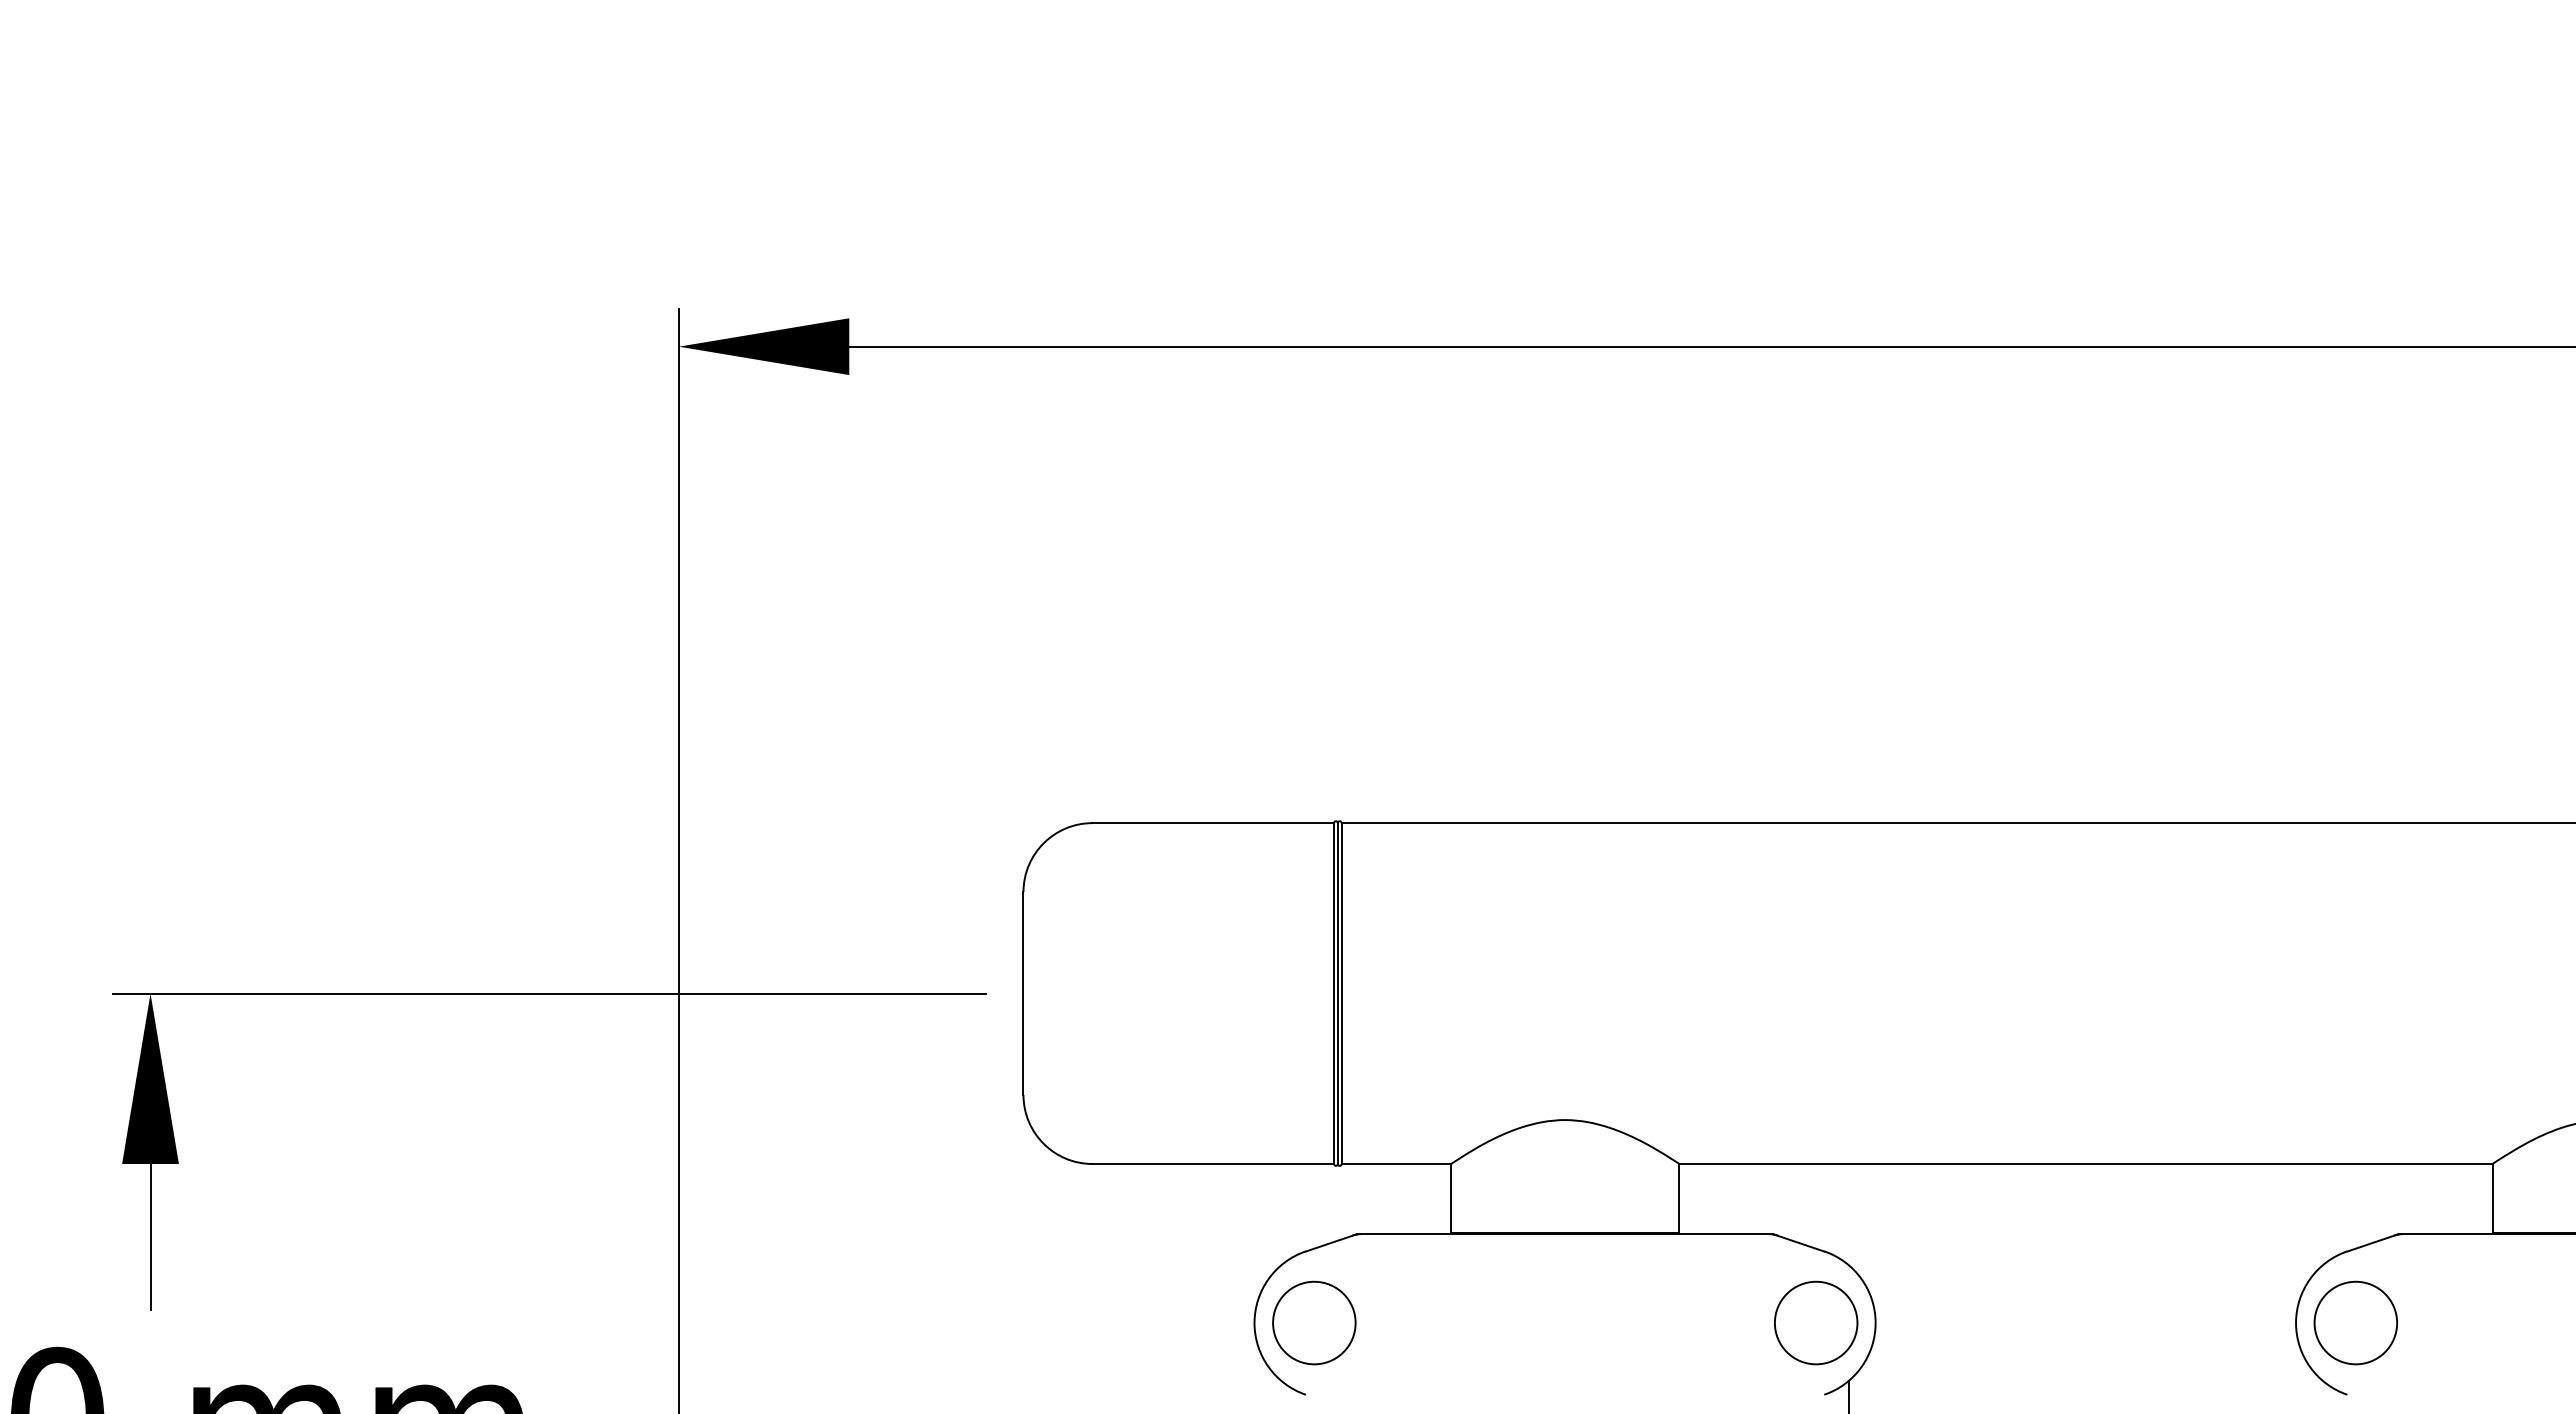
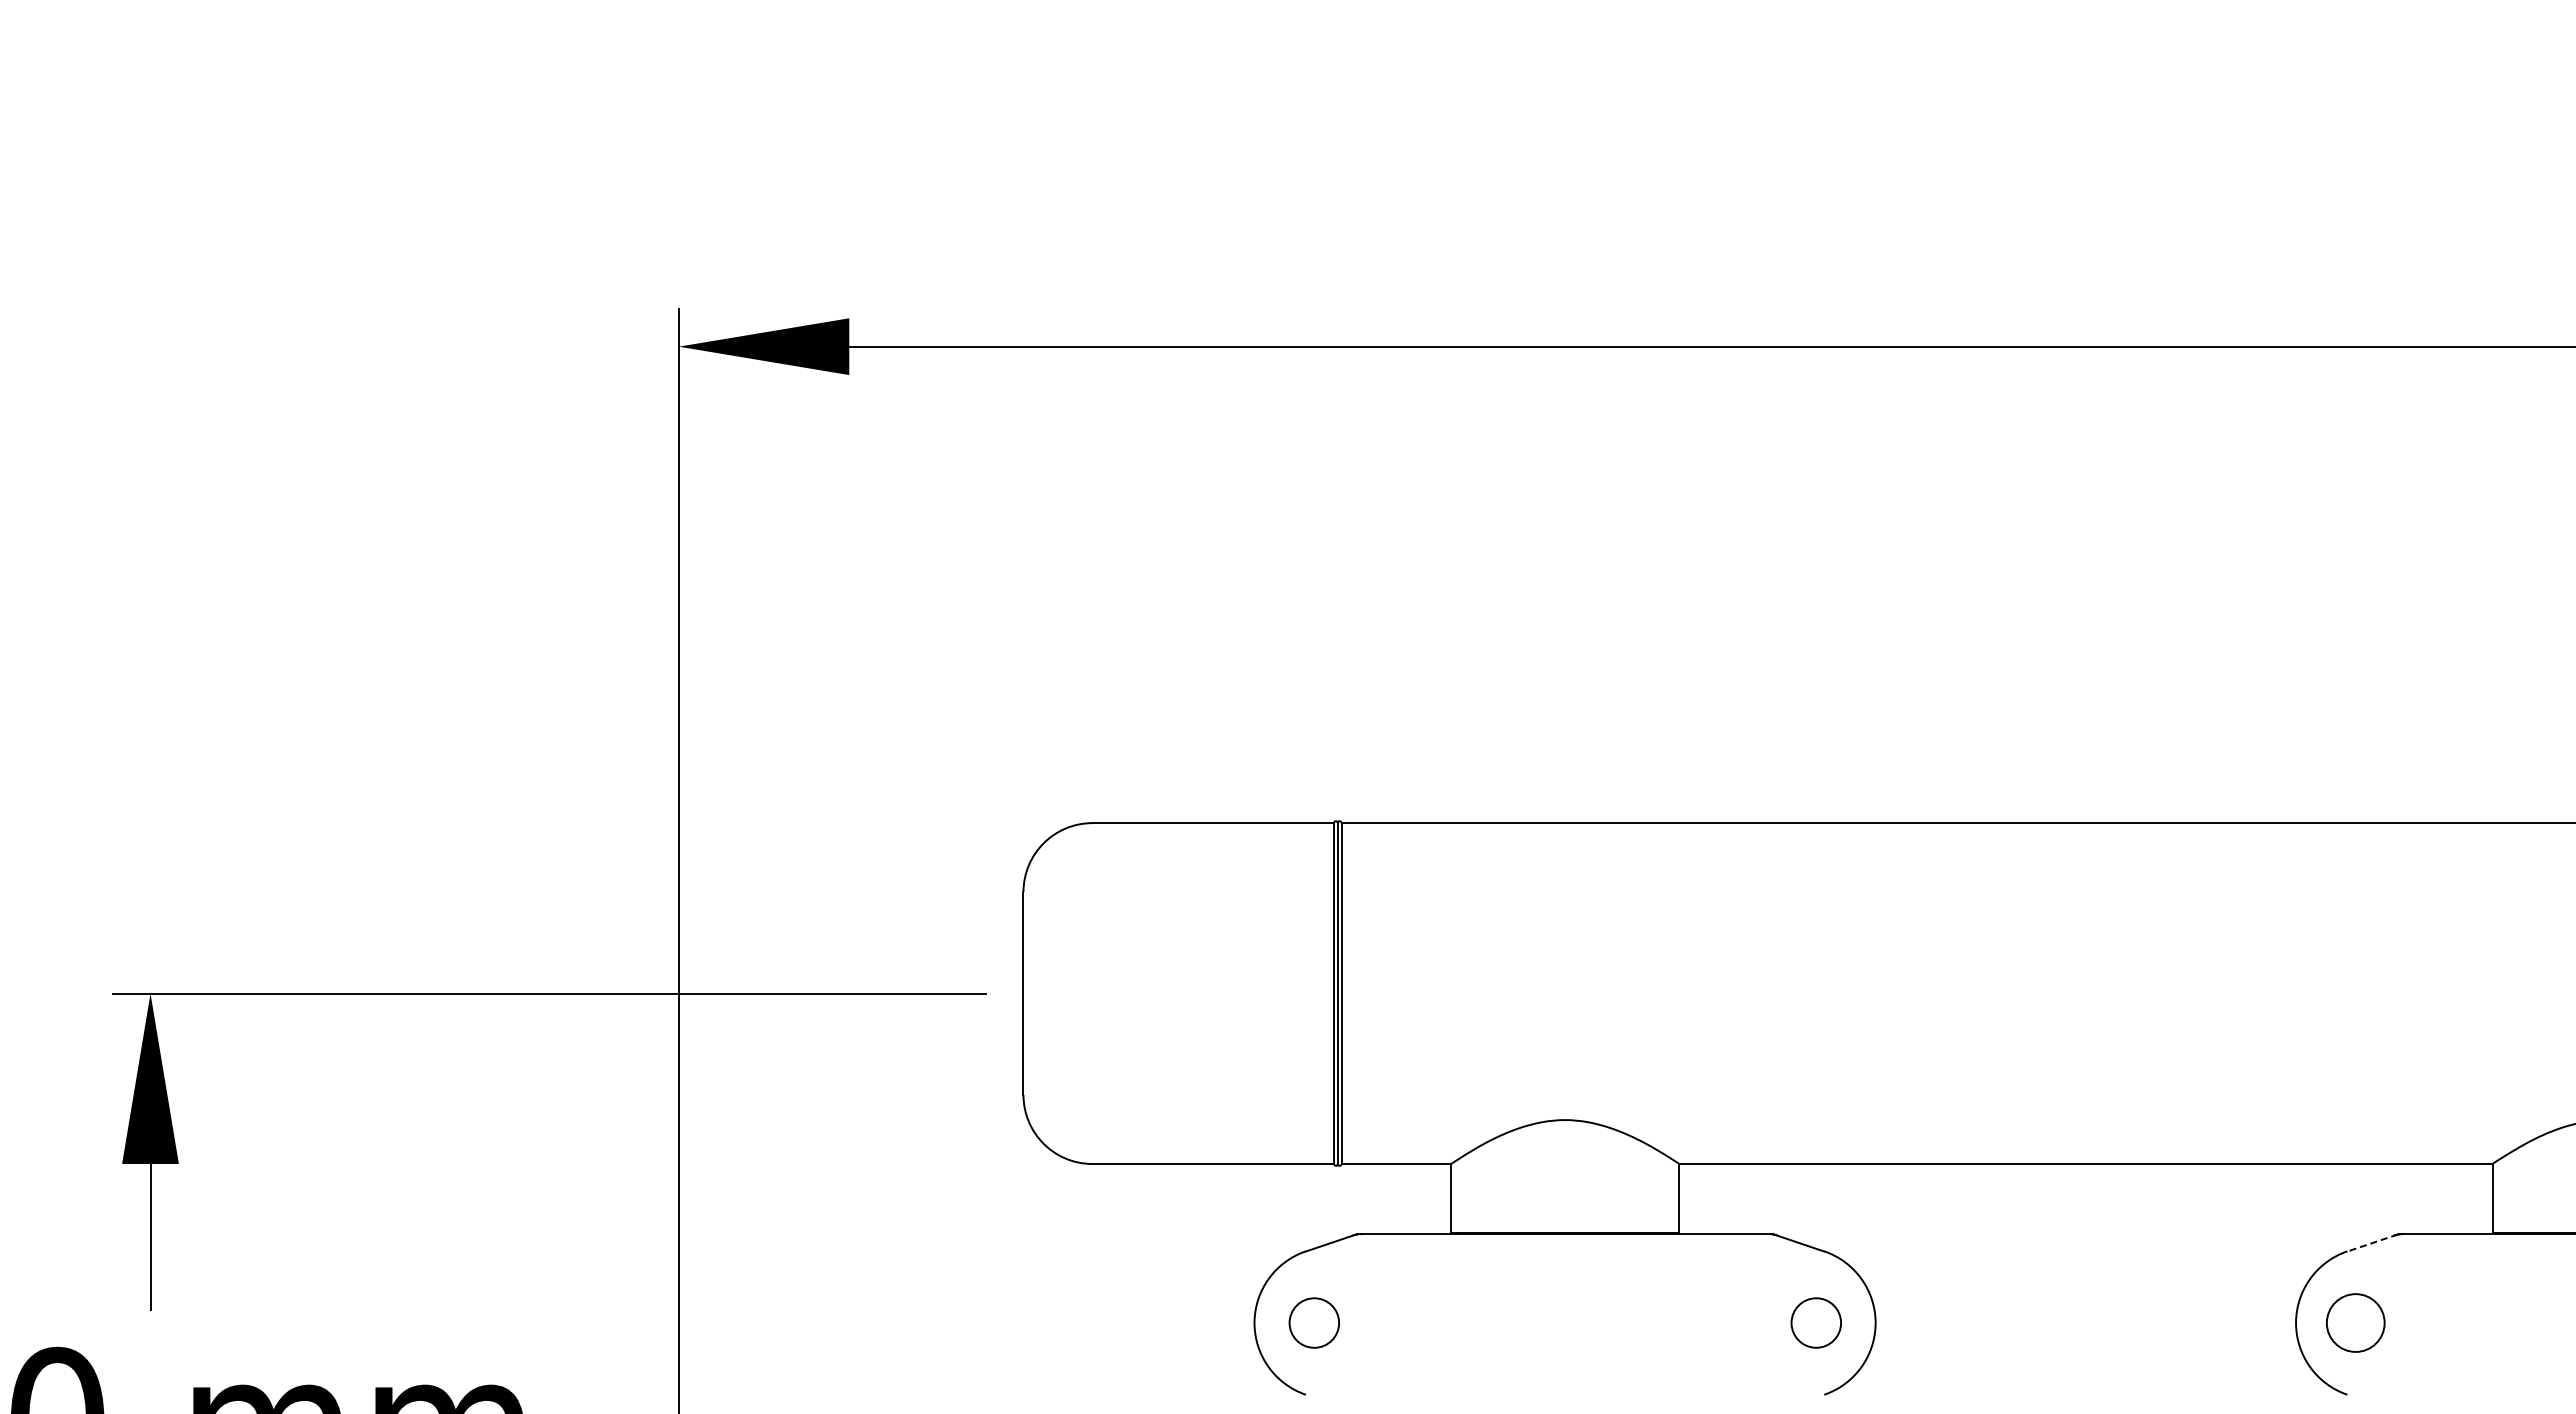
line at (2372, 1242): solid -> dashed
circle at (1314, 1322) diameter: 83 px -> 50 px
circle at (1816, 1322) size: 85x86 px -> 52x52 px
circle at (2355, 1322) size: 85x86 px -> 60x60 px
line at (1849, 1395): present -> none
